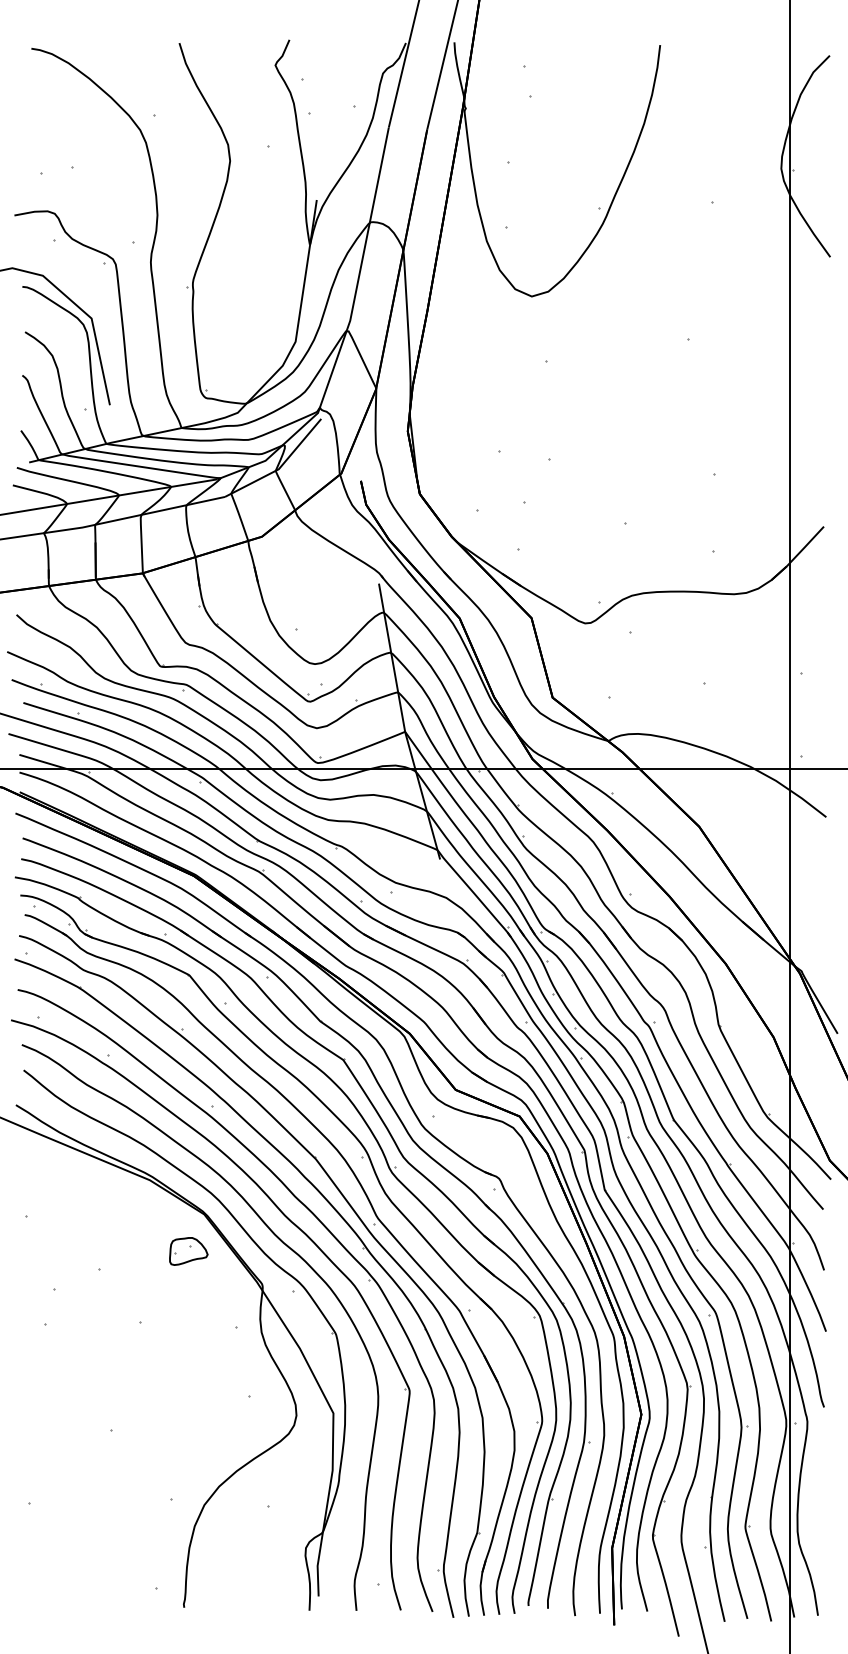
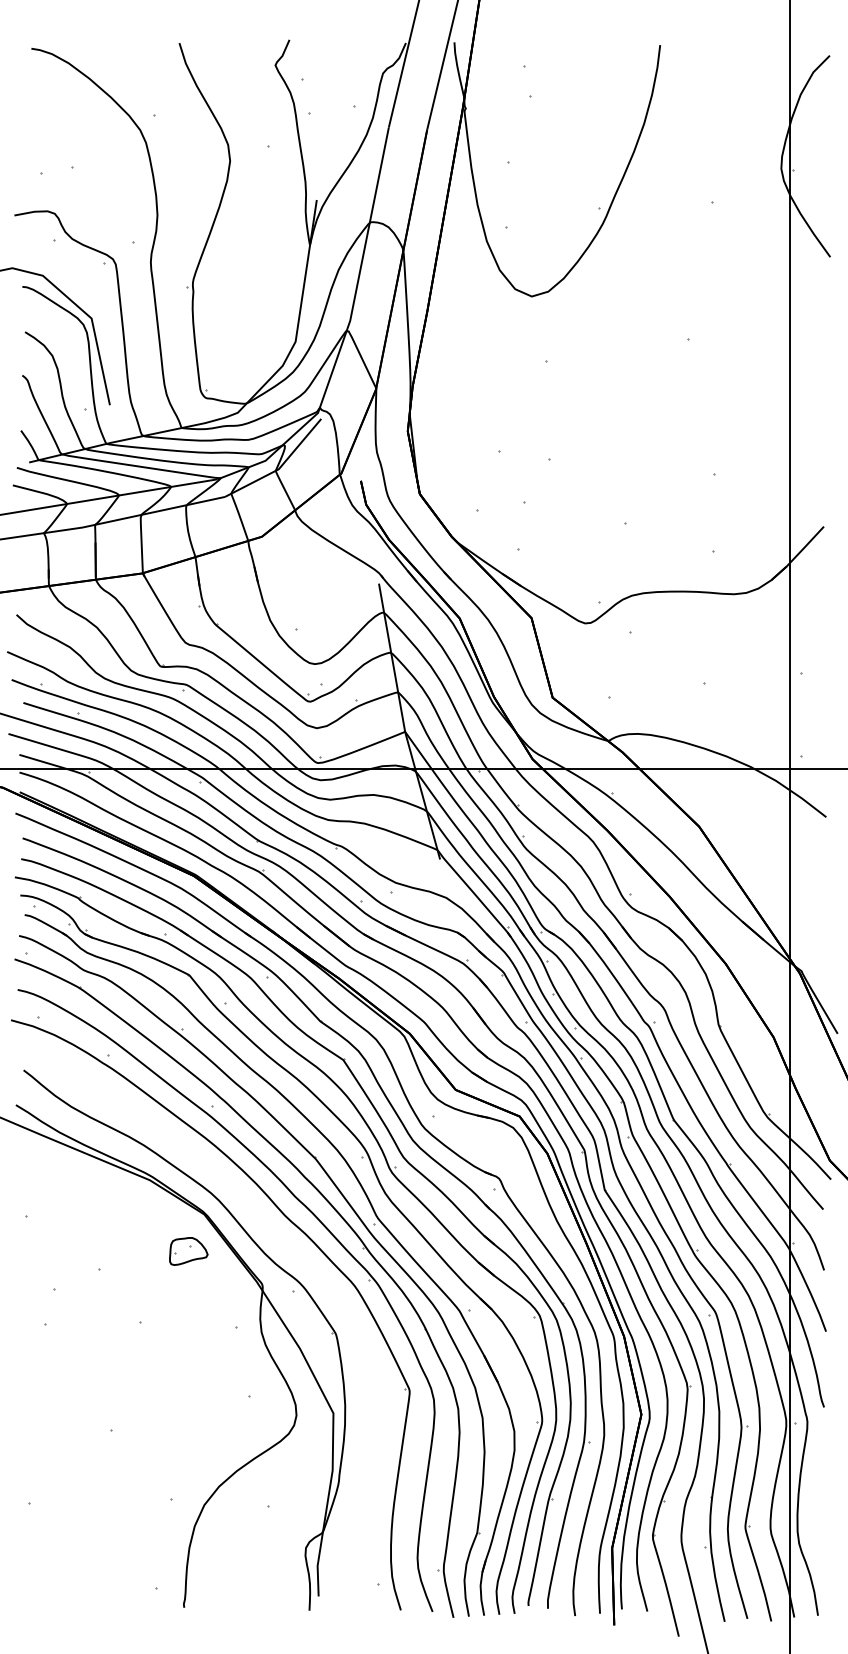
curve at (282, 1243): present -> none
